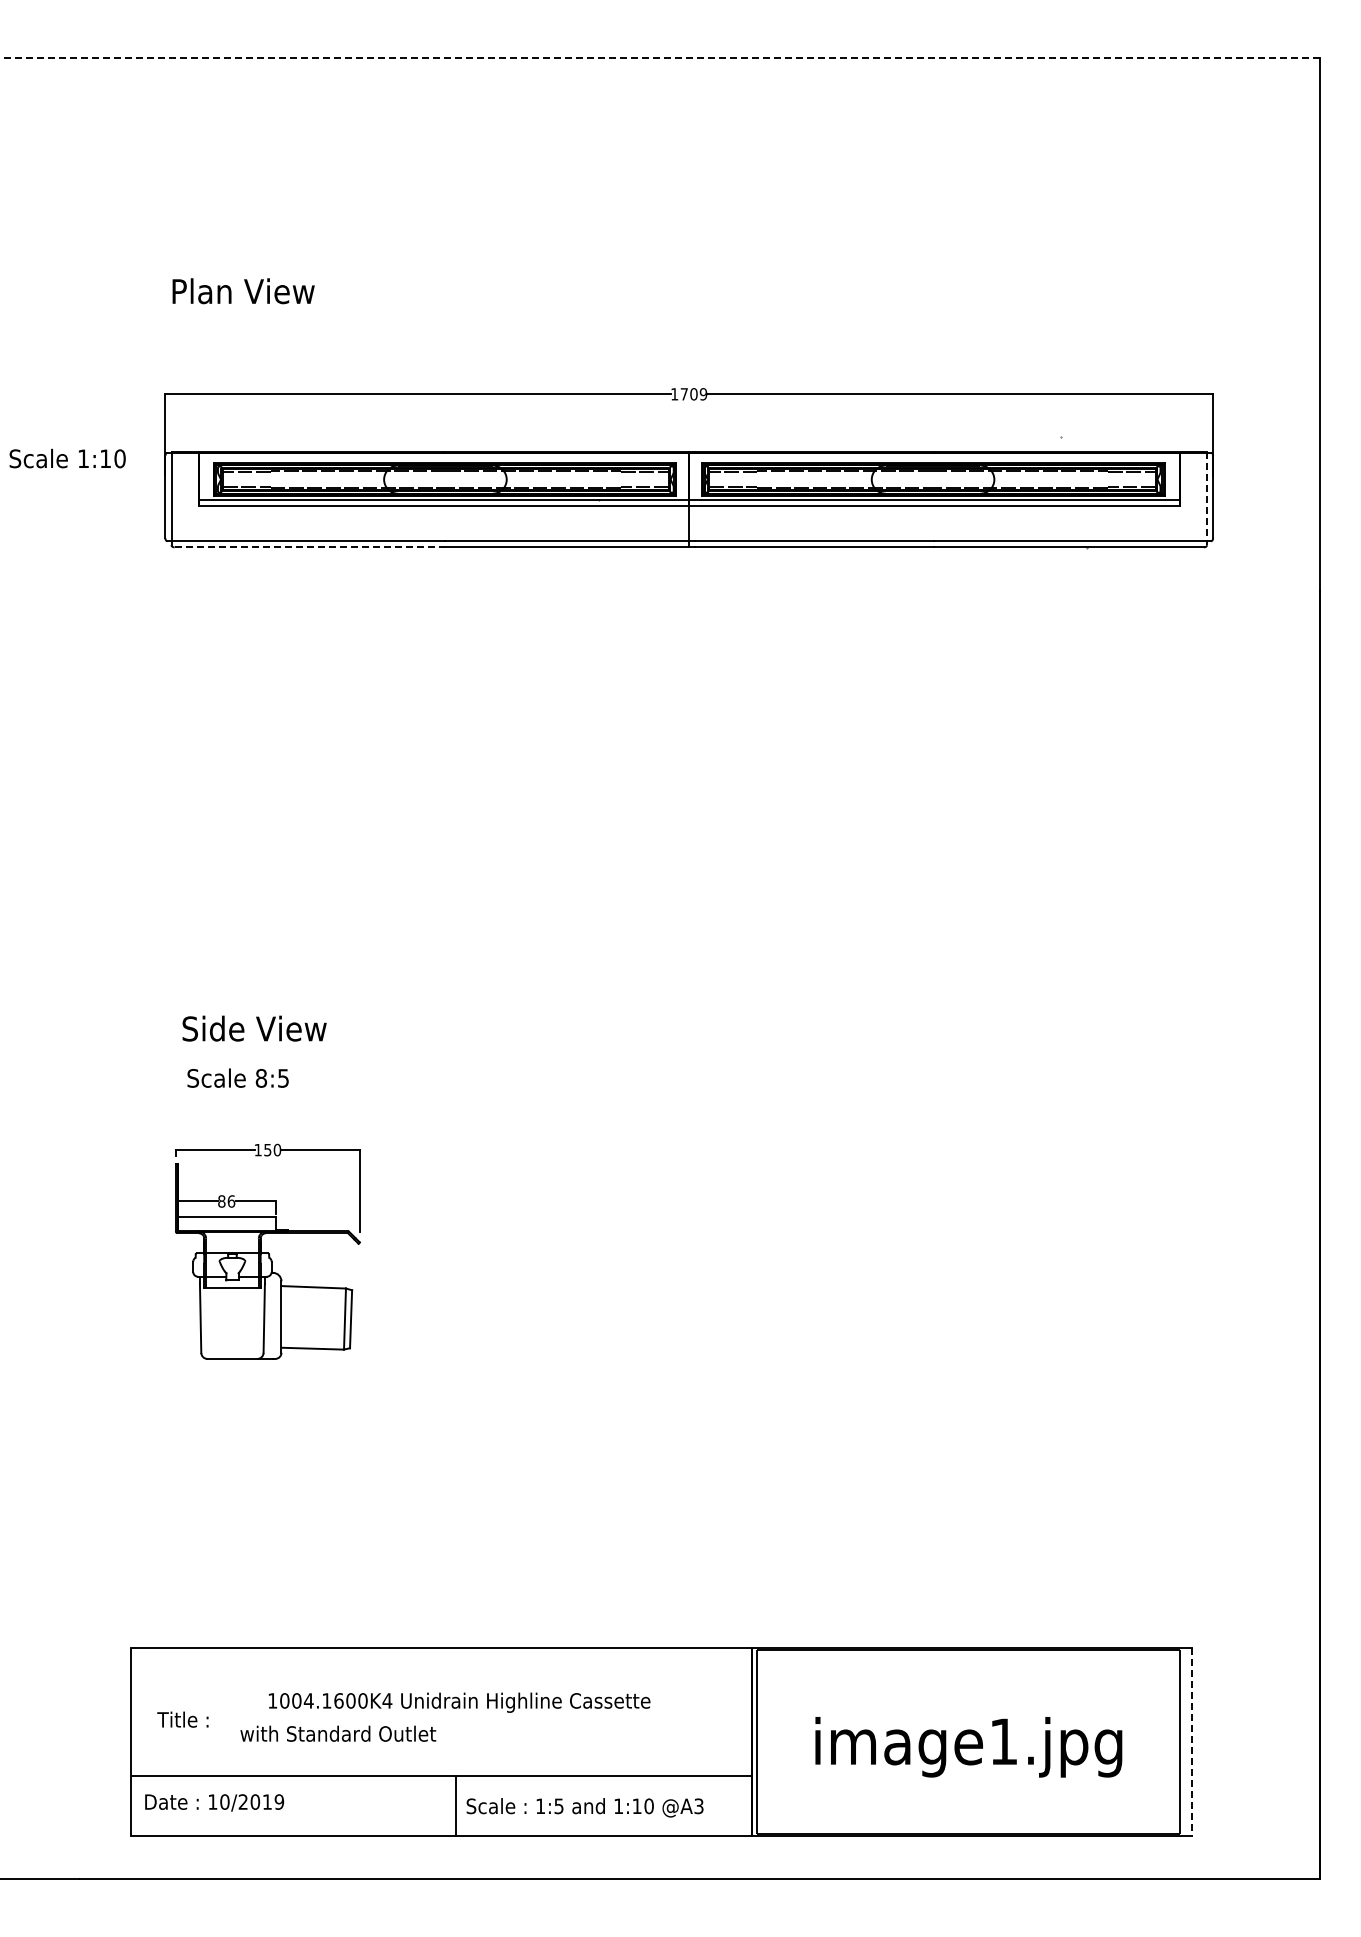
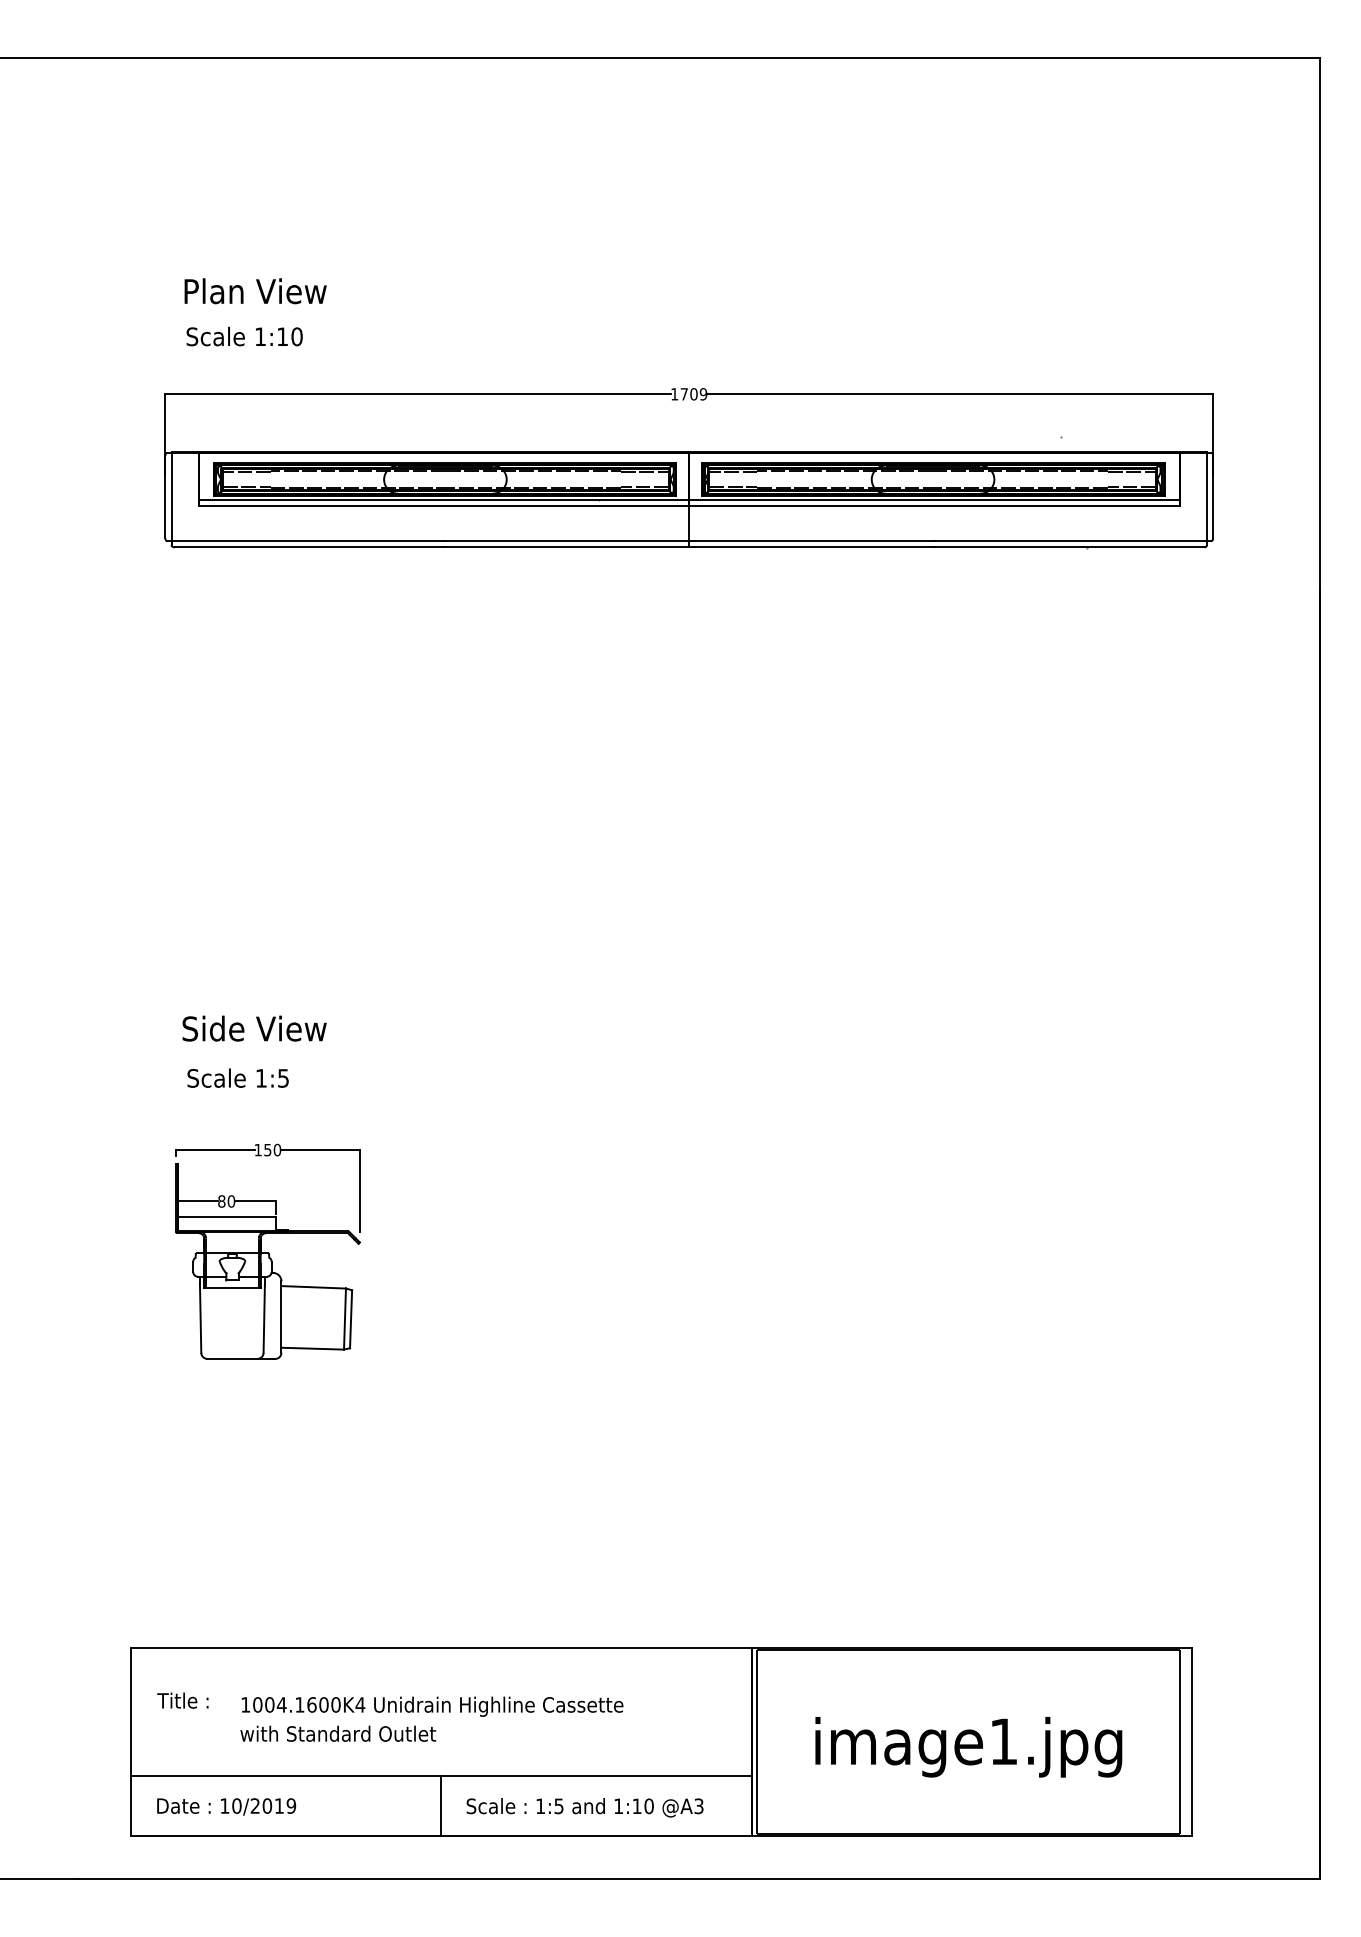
line at (660, 58): dashed -> solid
text at (243, 291) position: (243, 291) -> (255, 291)
text at (67, 458) position: (67, 458) -> (244, 336)
line at (1206, 498): dashed -> solid
line at (310, 547): dashed -> solid
text at (261, 1077): 8:5 -> 1:5
text at (231, 1201): 86 -> 80
text at (459, 1702) position: (459, 1702) -> (432, 1706)
text at (182, 1719) position: (182, 1719) -> (182, 1700)
line at (1192, 1742): dashed -> solid
text at (214, 1802) position: (214, 1802) -> (226, 1806)
line at (456, 1805) position: (456, 1805) -> (441, 1805)
